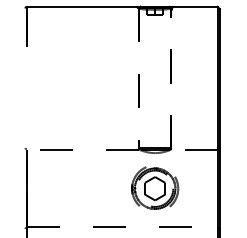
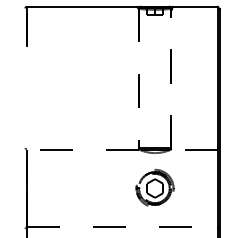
part at (155, 187) size: 49x44 px -> 40x39 px
